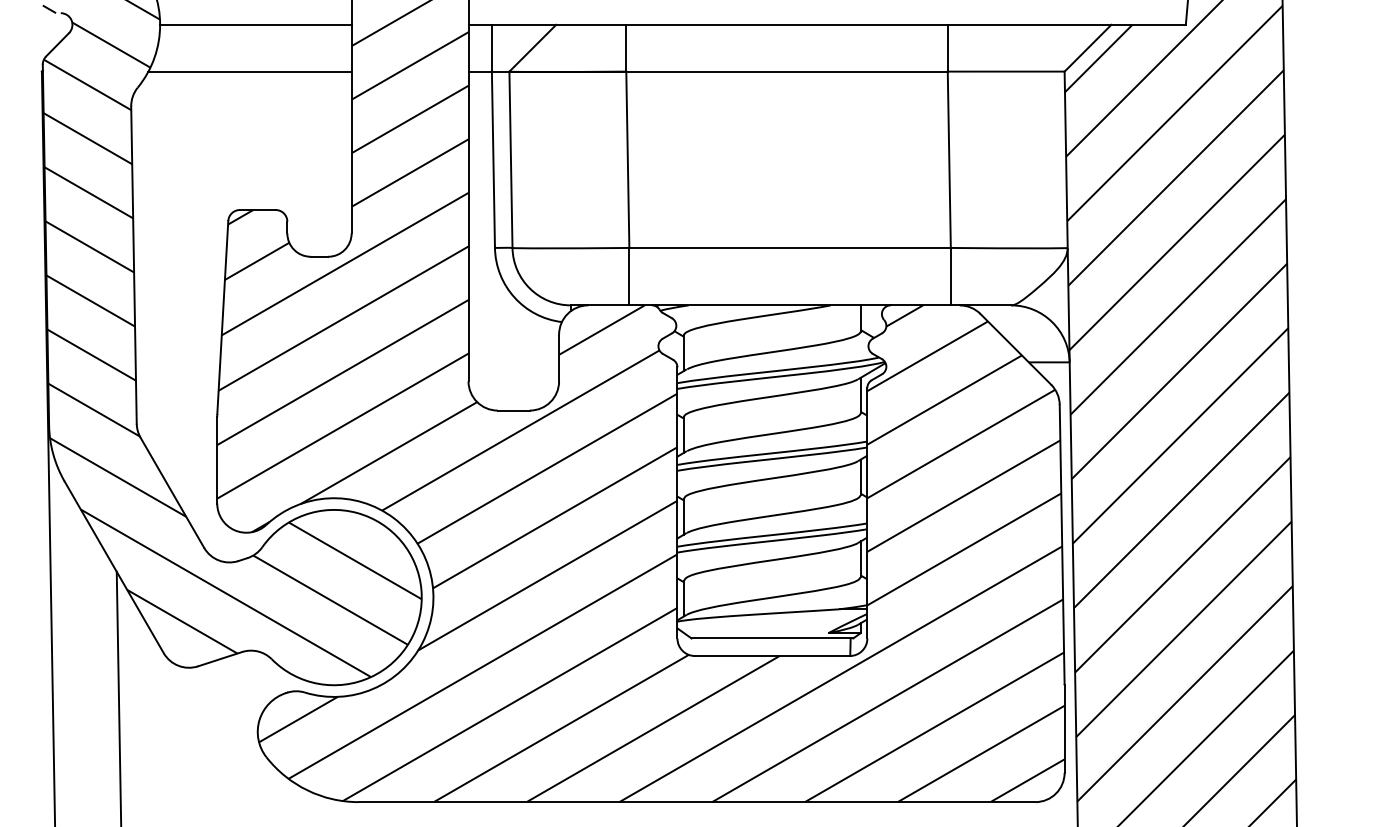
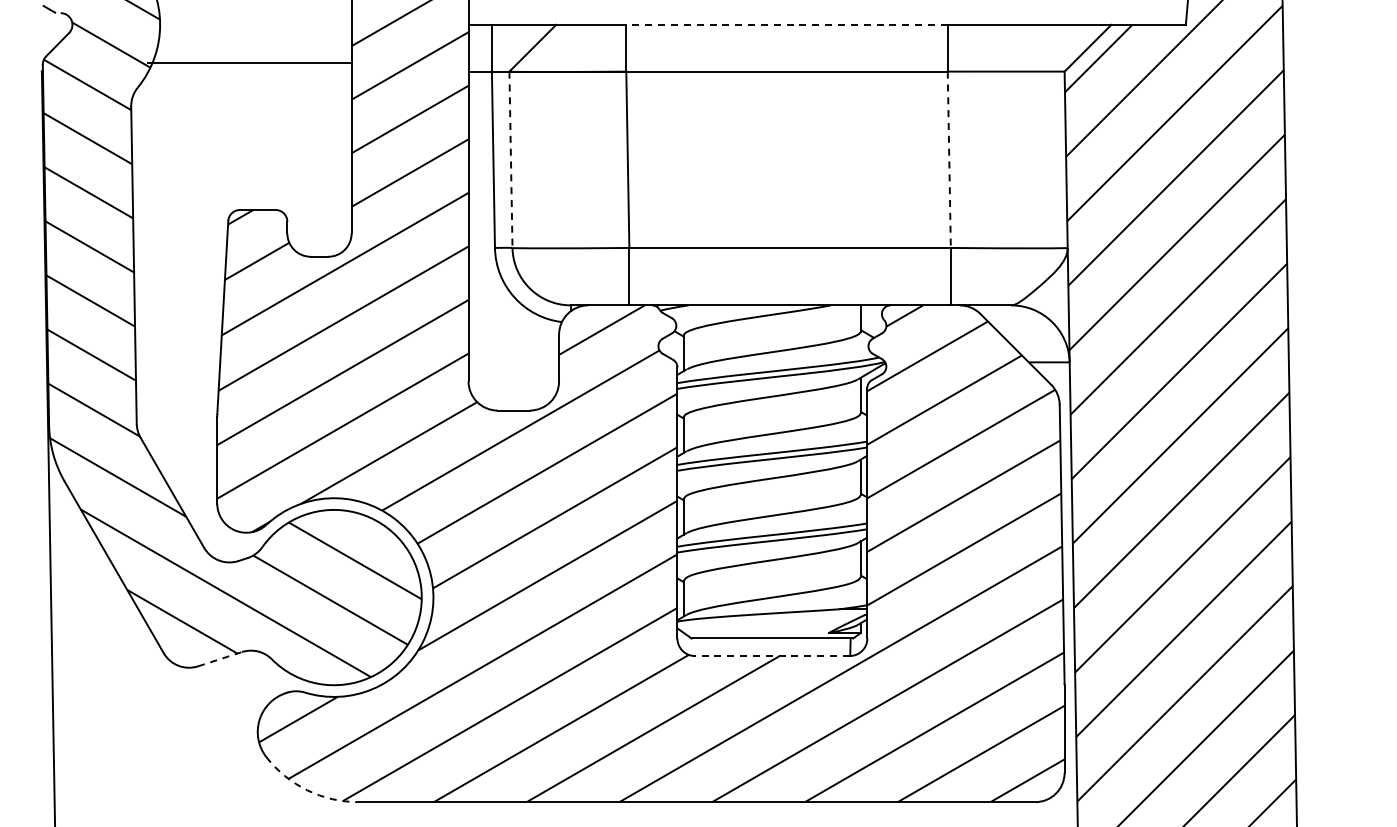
line at (255, 24): present -> none
line at (787, 24): solid -> dashed
line at (249, 71) position: (249, 71) -> (249, 62)
line at (510, 160): solid -> dashed
line at (949, 160): solid -> dashed
line at (771, 656): solid -> dashed
line at (220, 659): solid -> dashed
line at (118, 697): present -> none
arc at (307, 790): solid -> dashed
